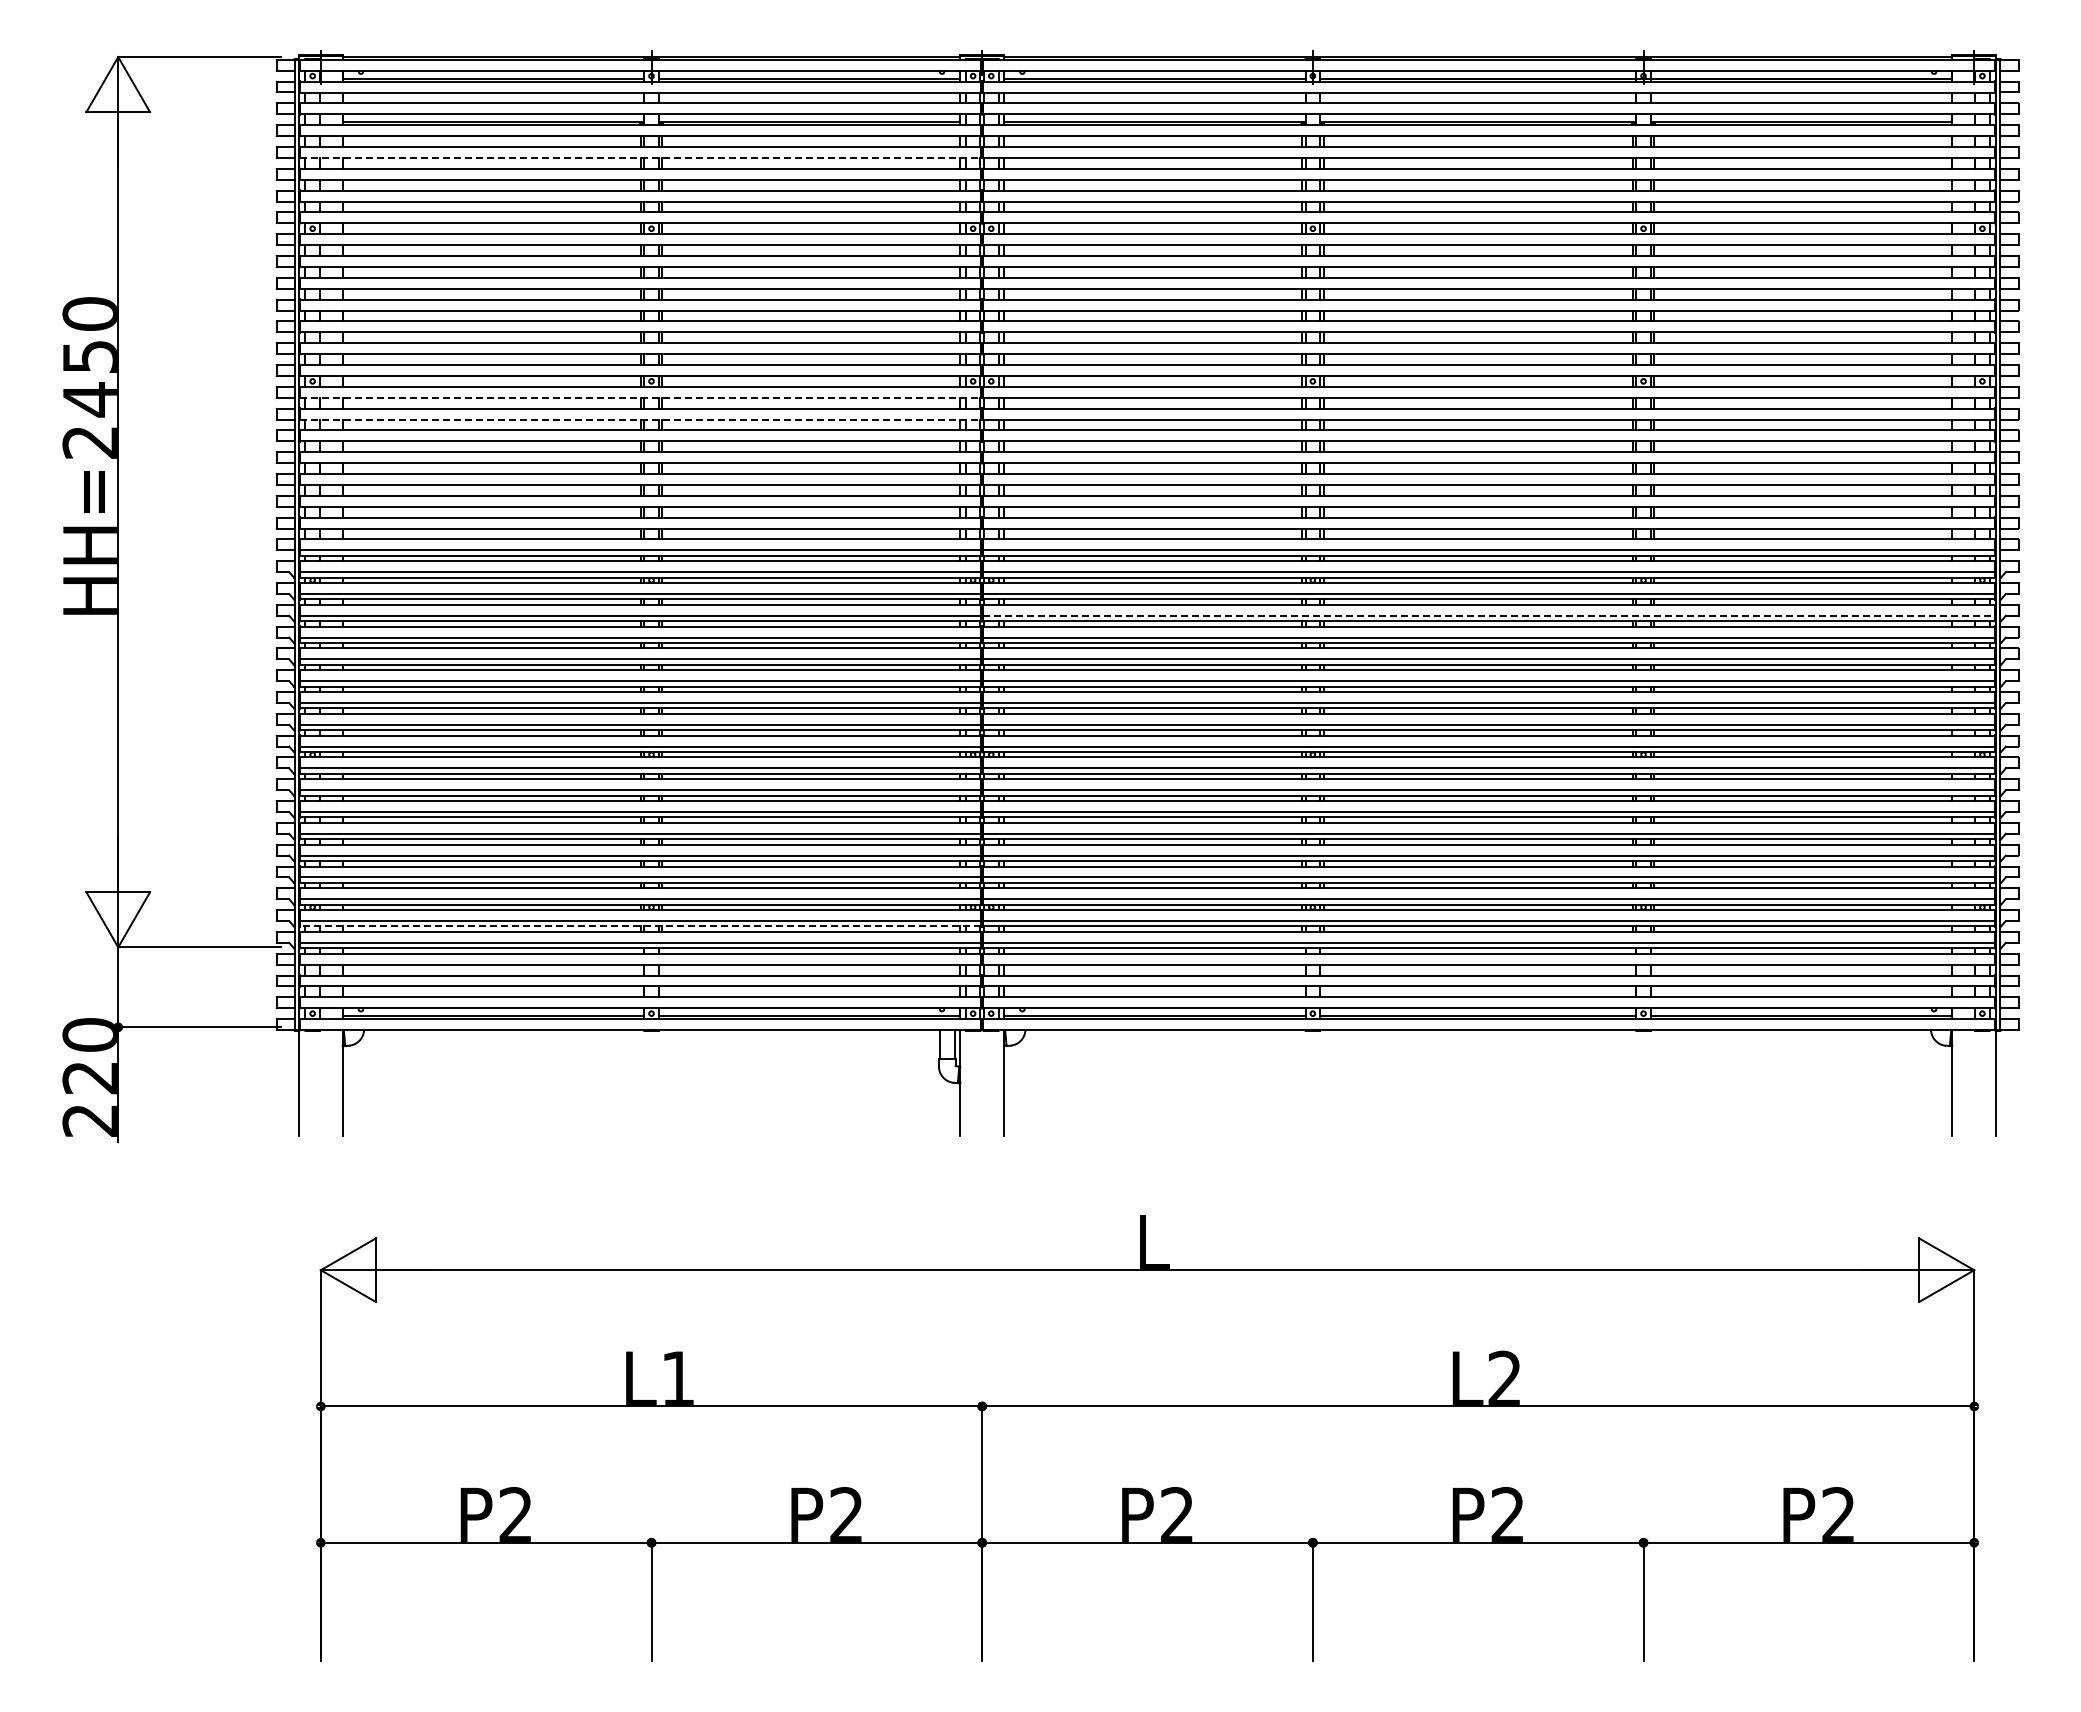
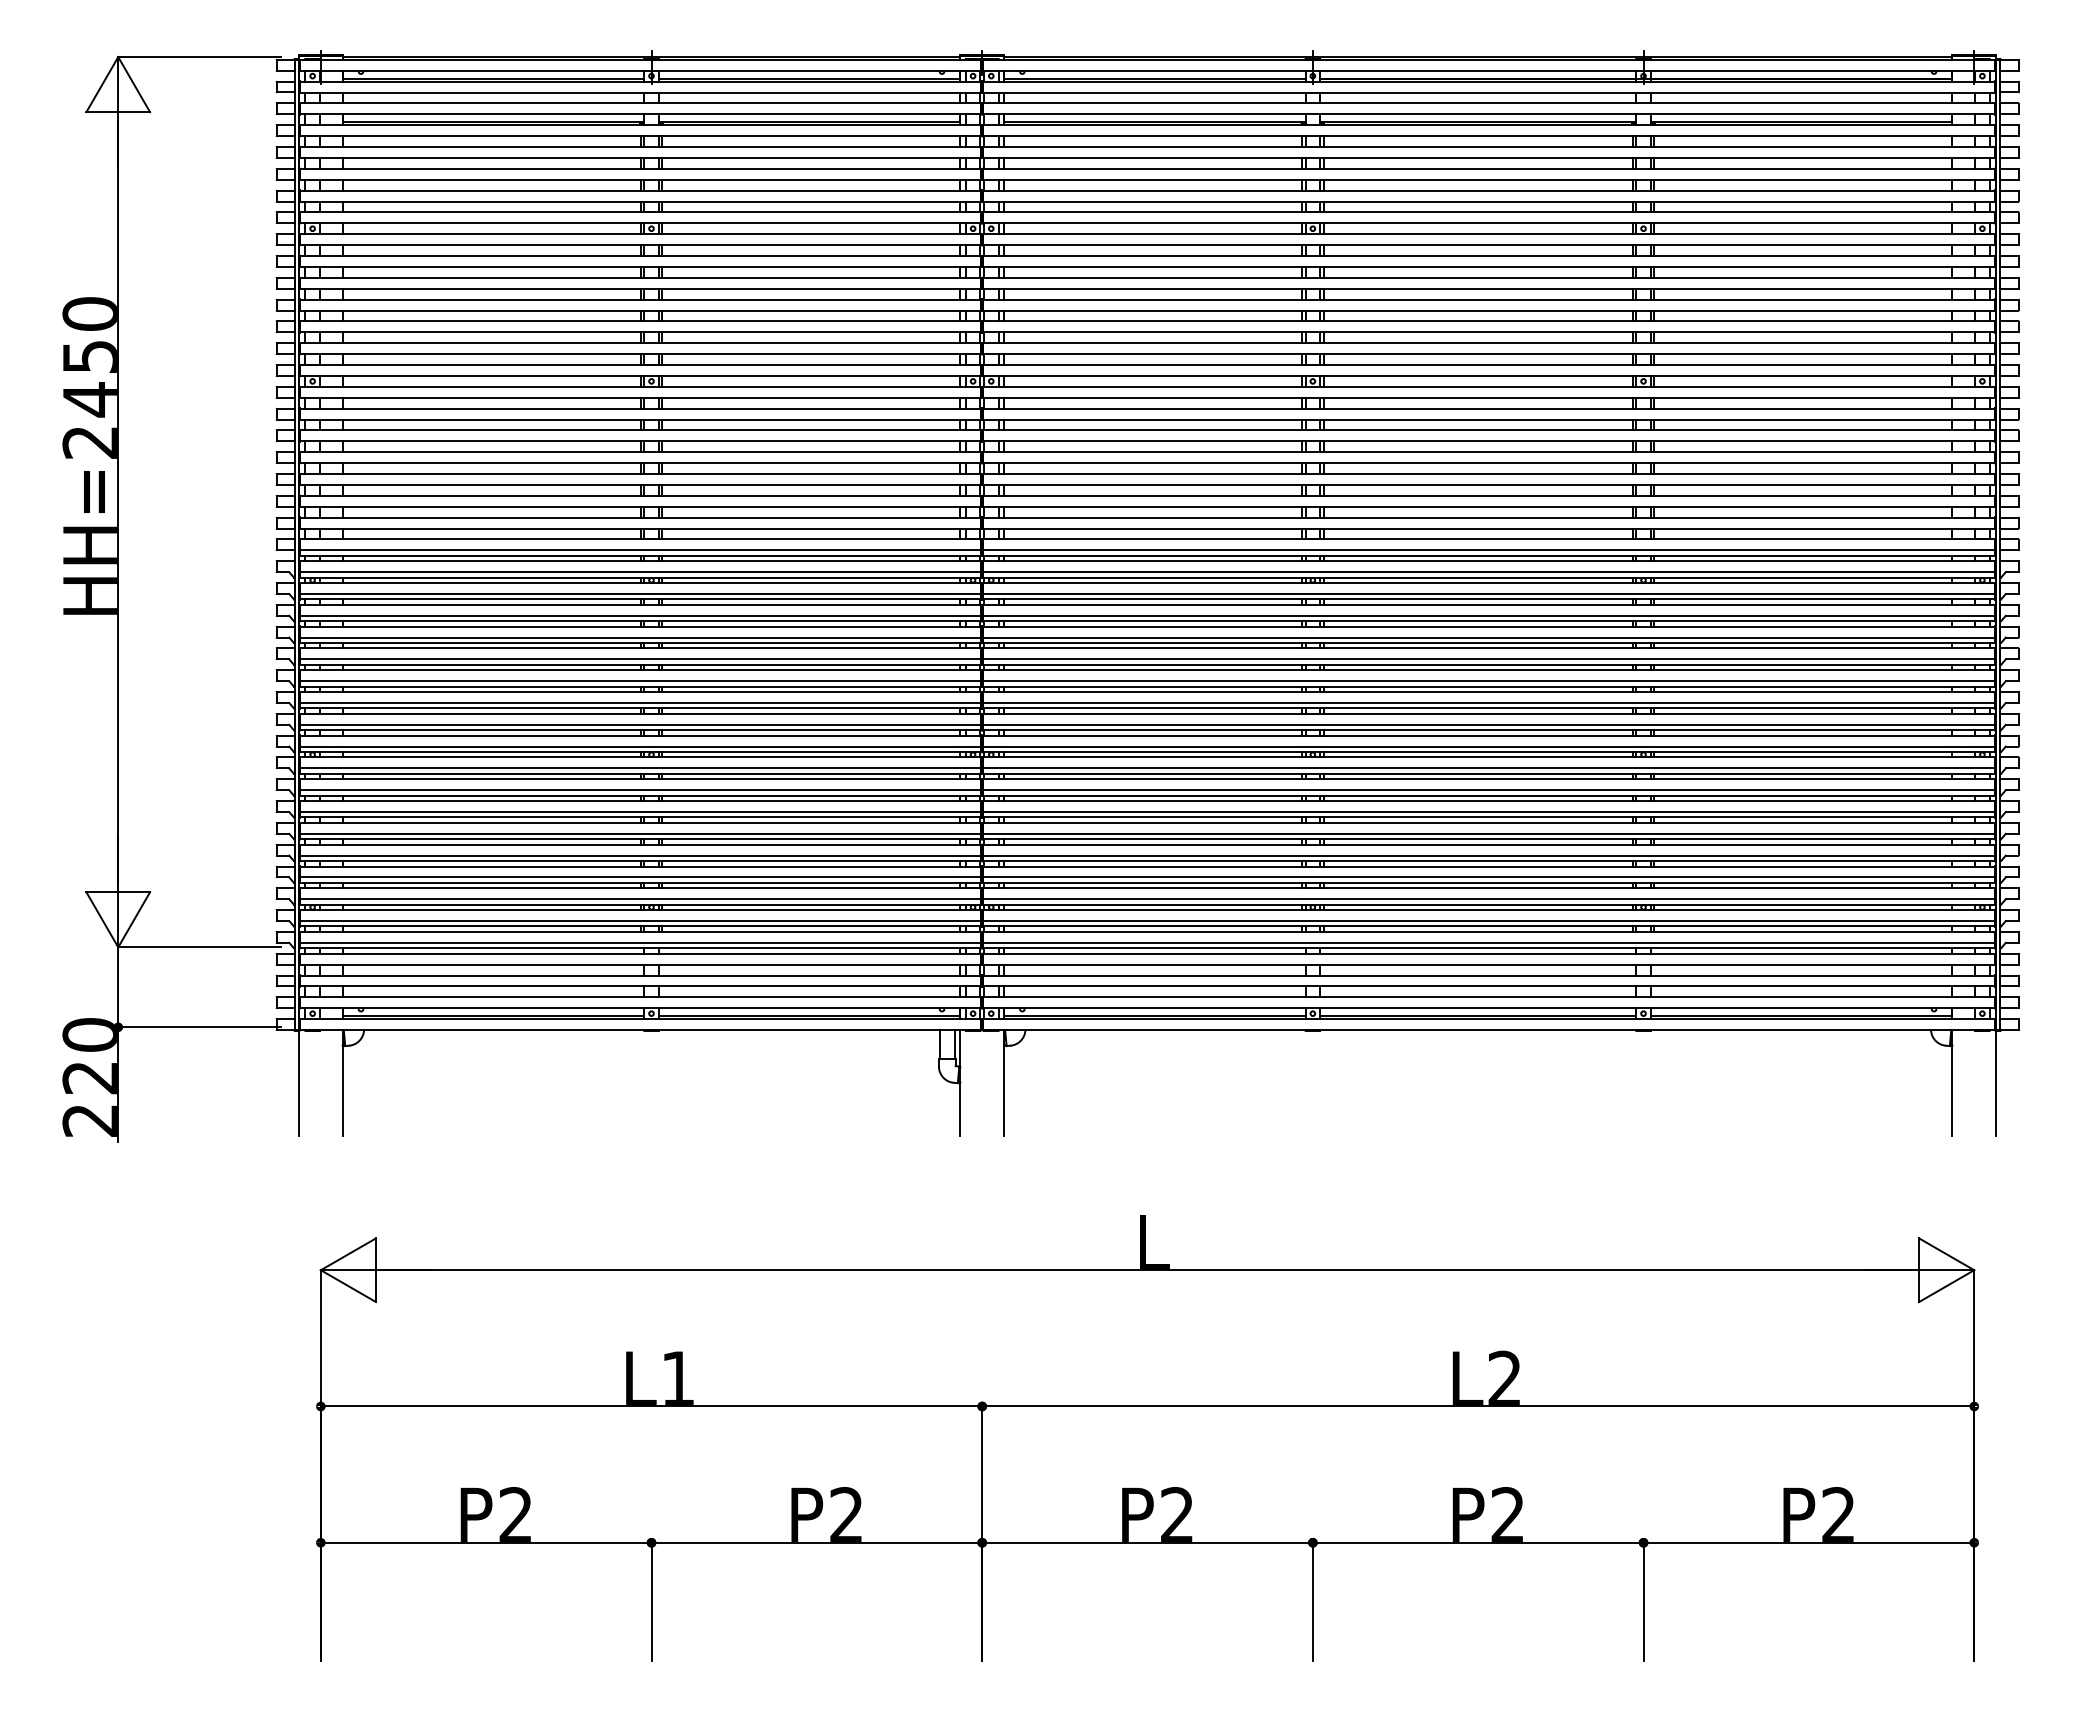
line at (640, 157): dashed -> solid
line at (640, 397): dashed -> solid
line at (640, 419): dashed -> solid
line at (1489, 615): dashed -> solid
line at (640, 926): dashed -> solid
